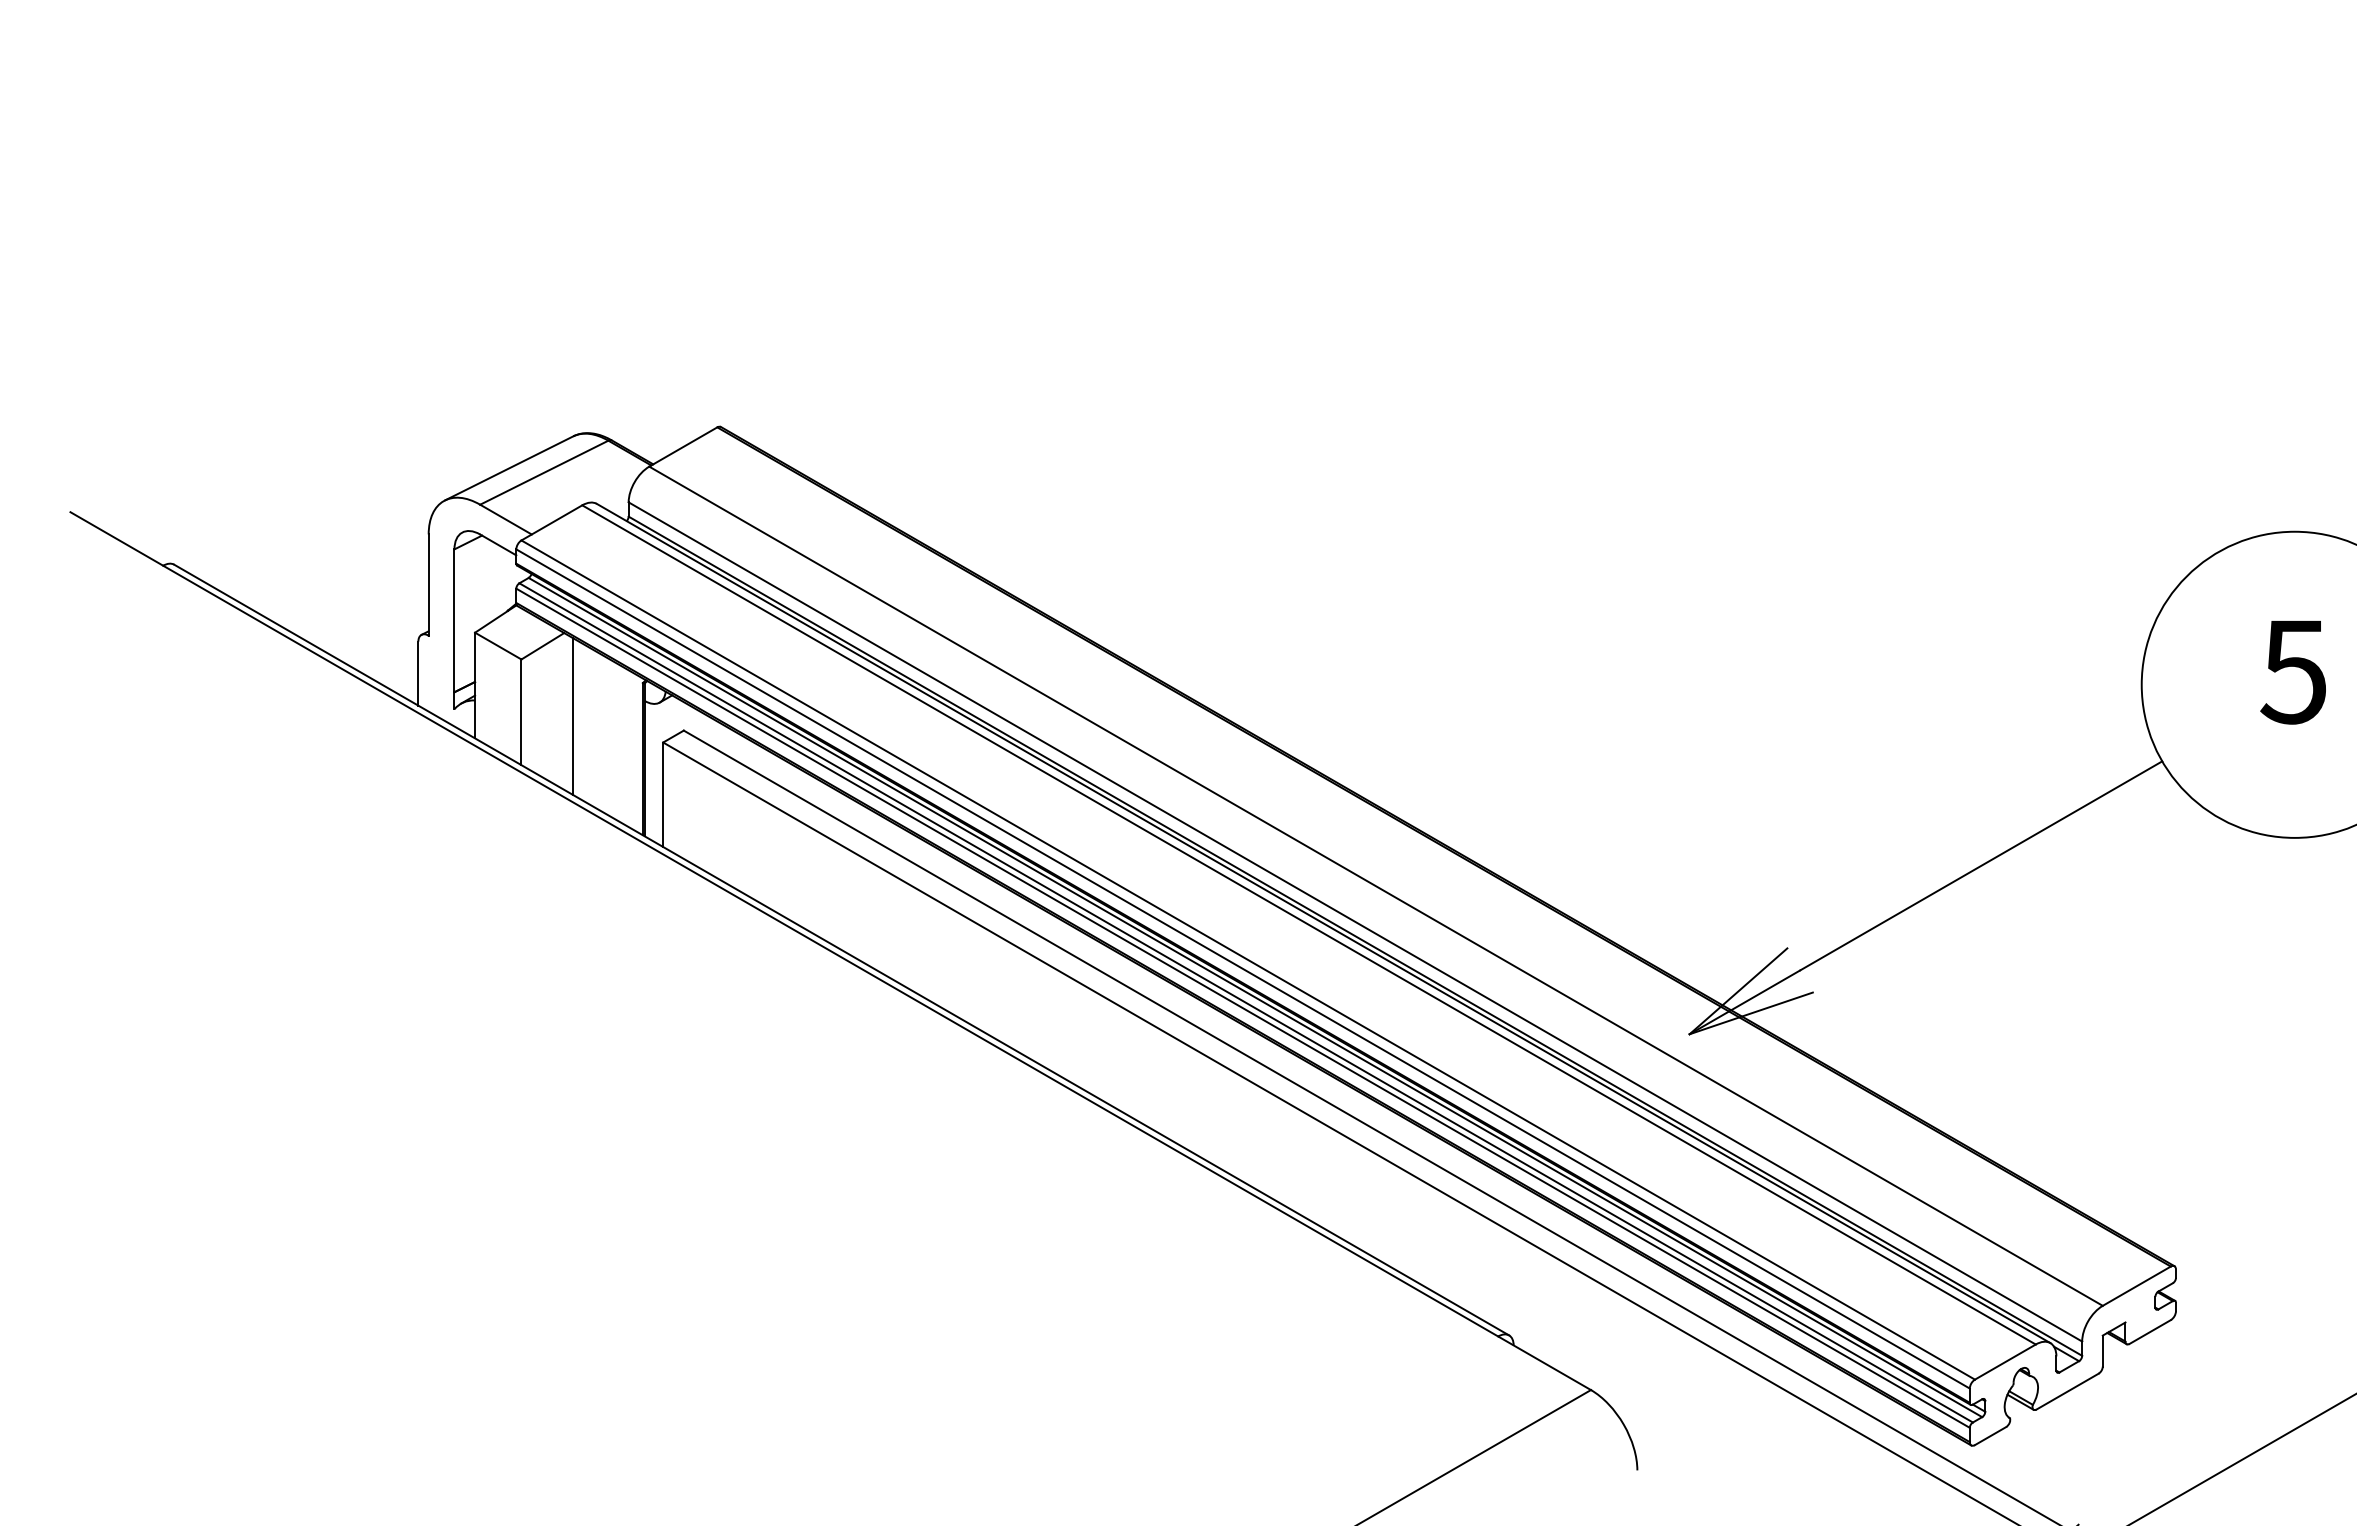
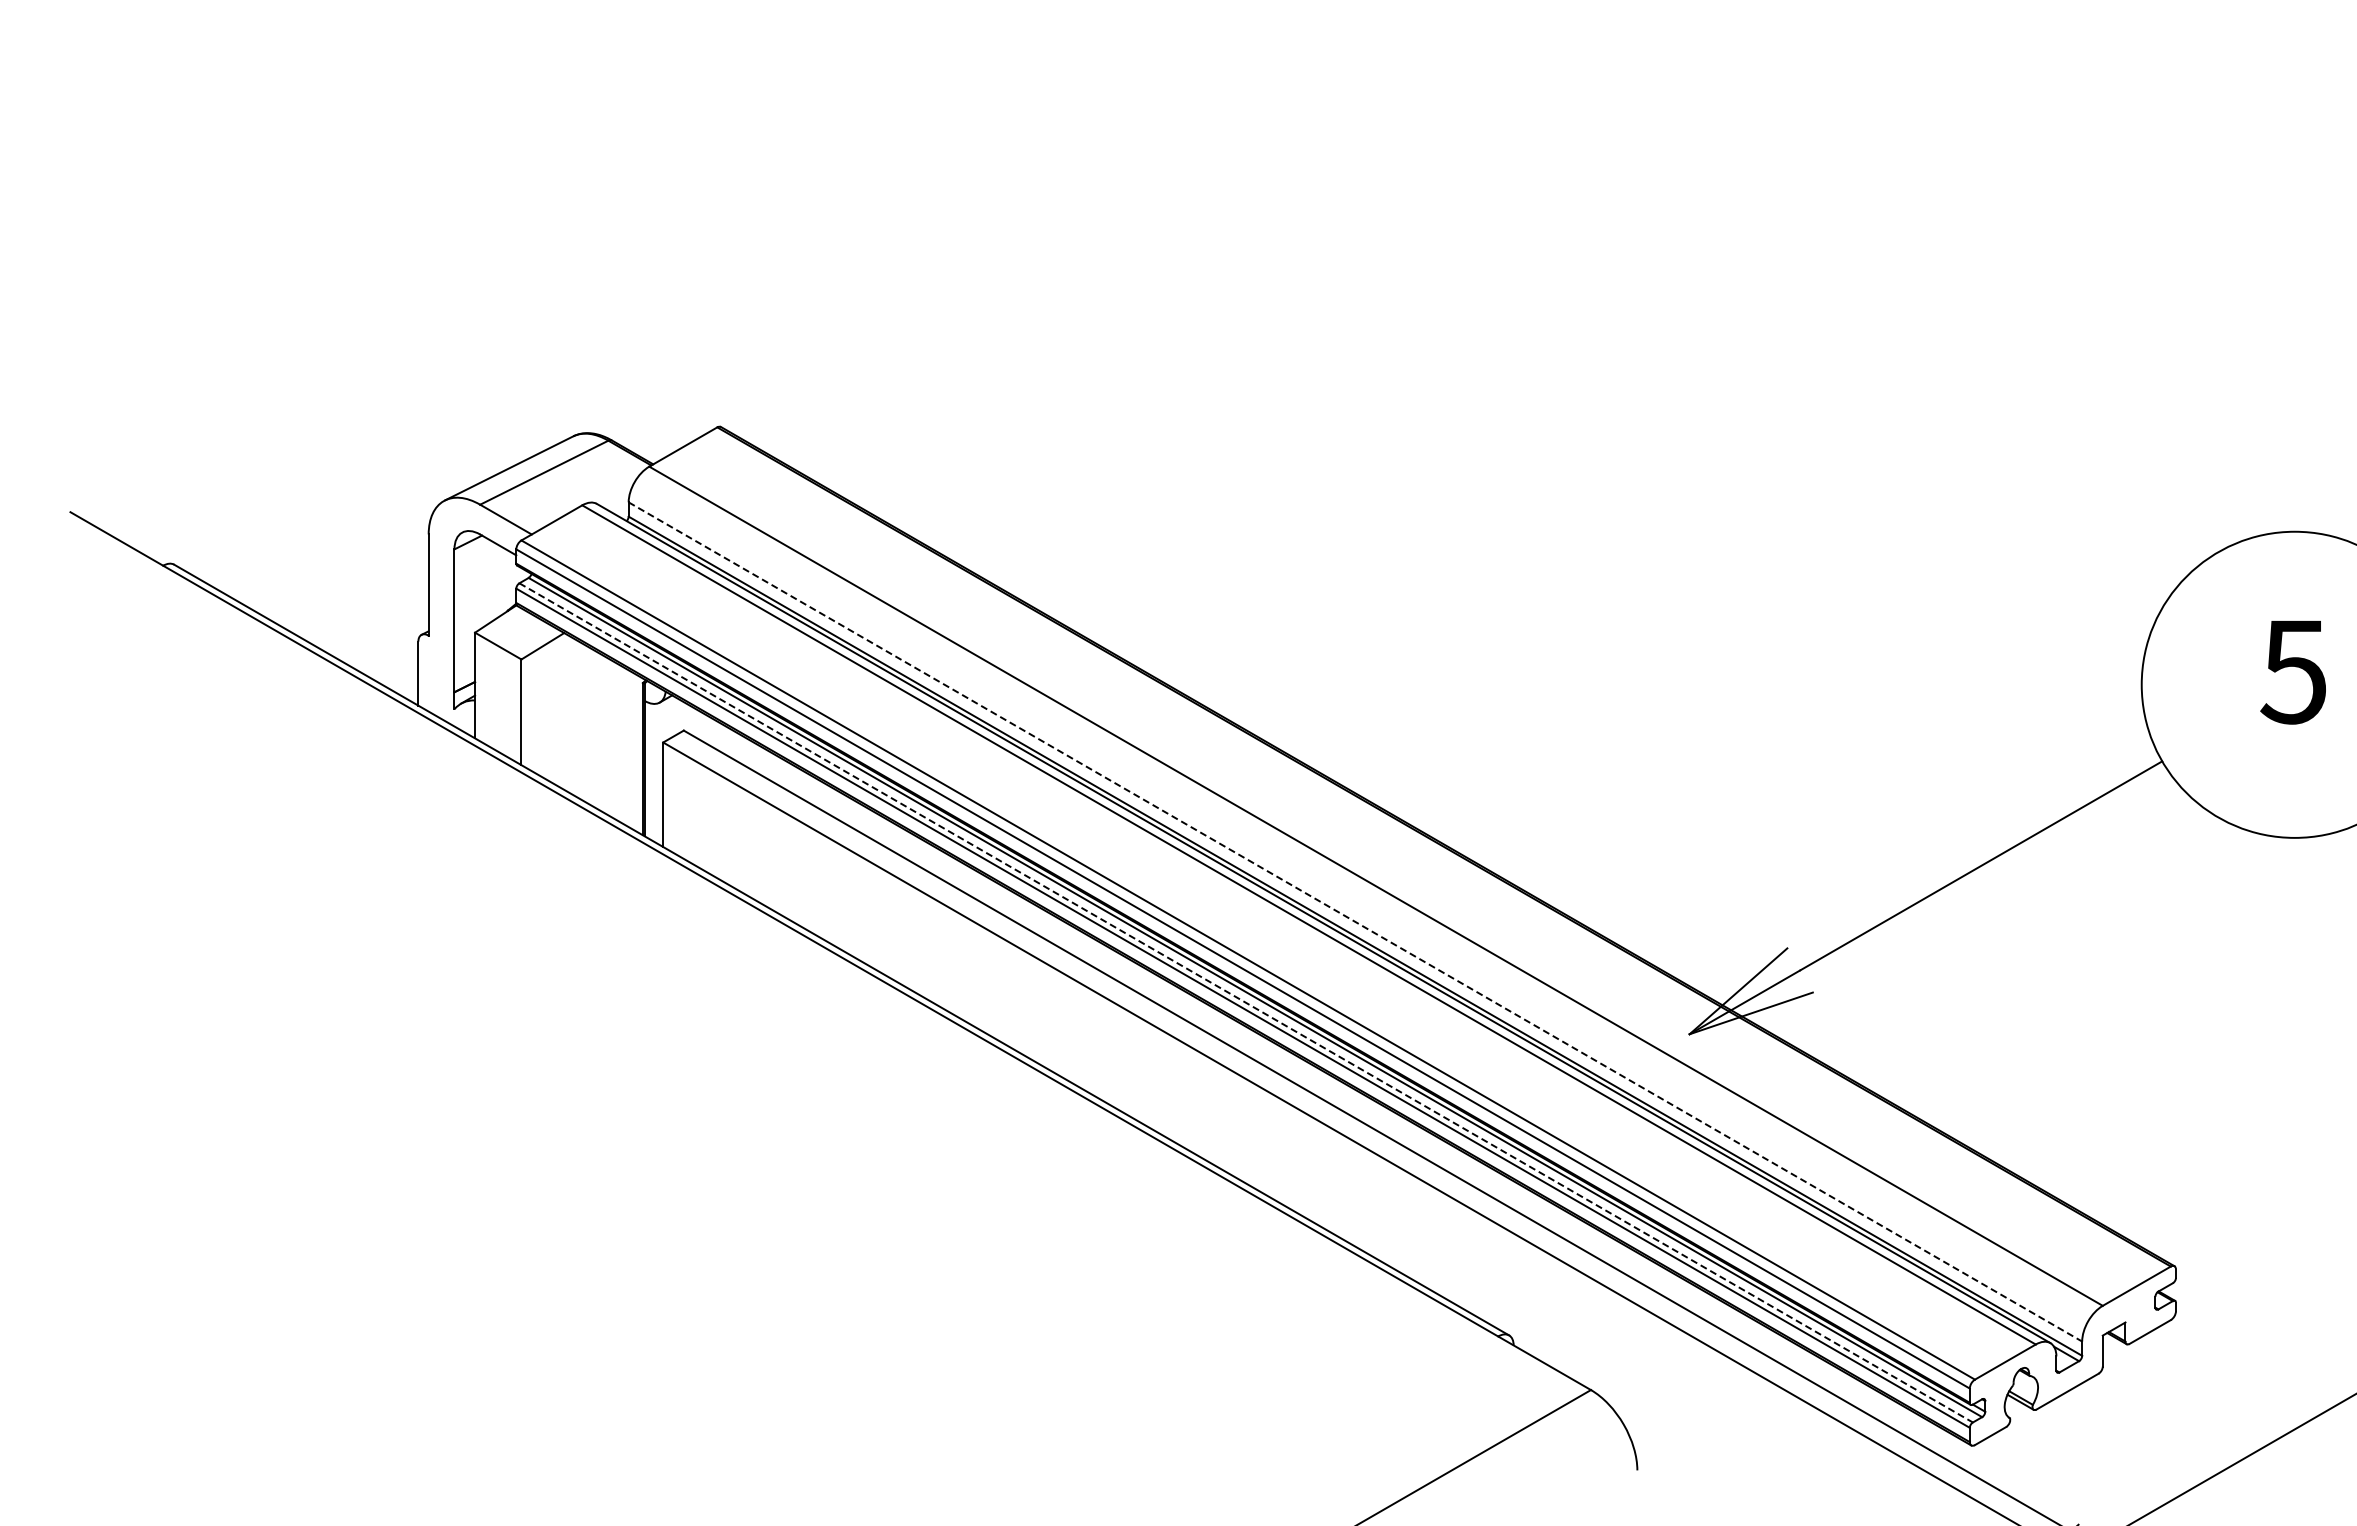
line at (573, 716): present -> none
line at (1355, 922): solid -> dashed
line at (1246, 1003): solid -> dashed
